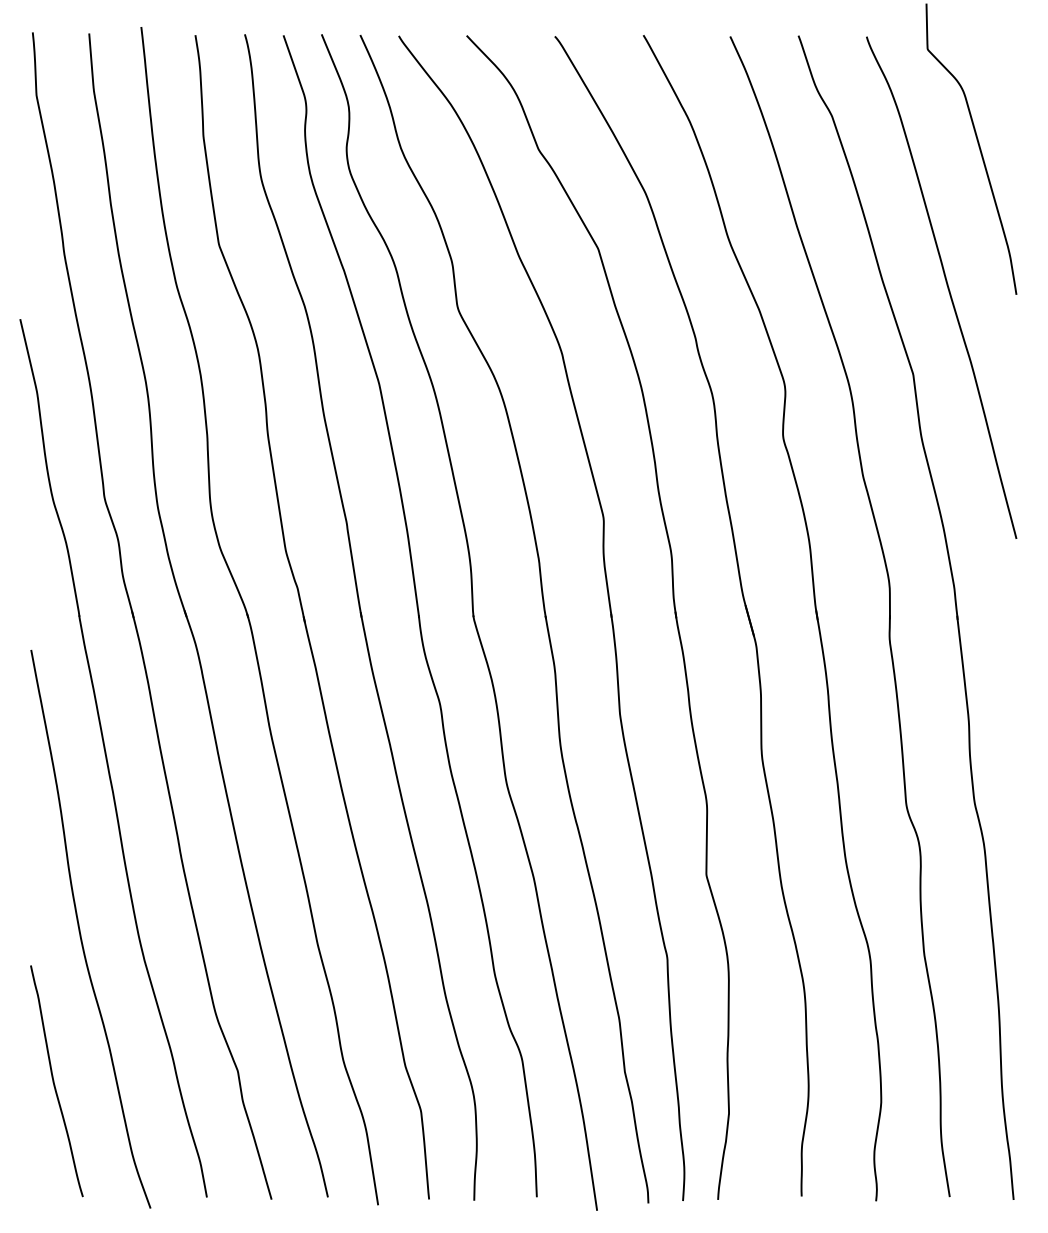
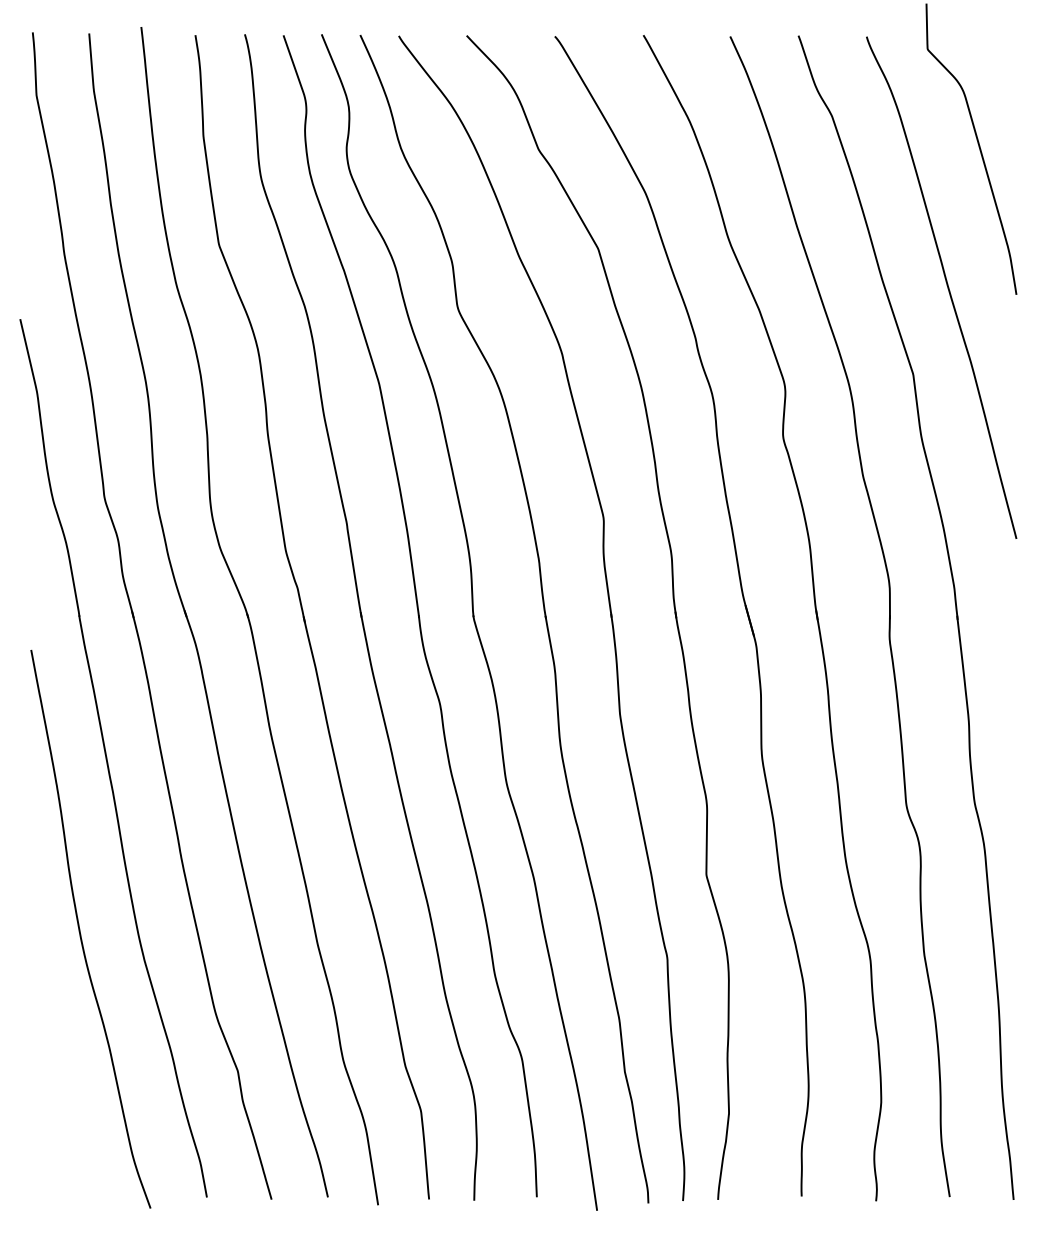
curve at (54, 1081): present -> none
